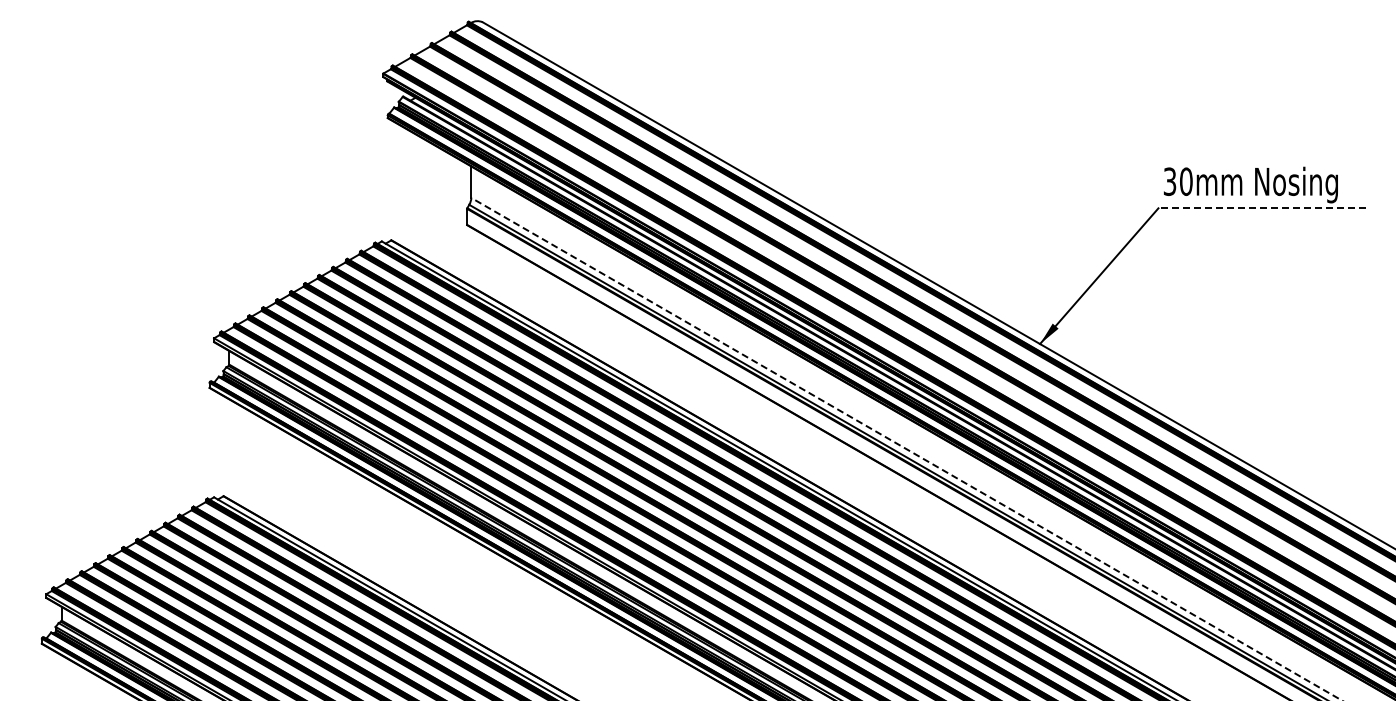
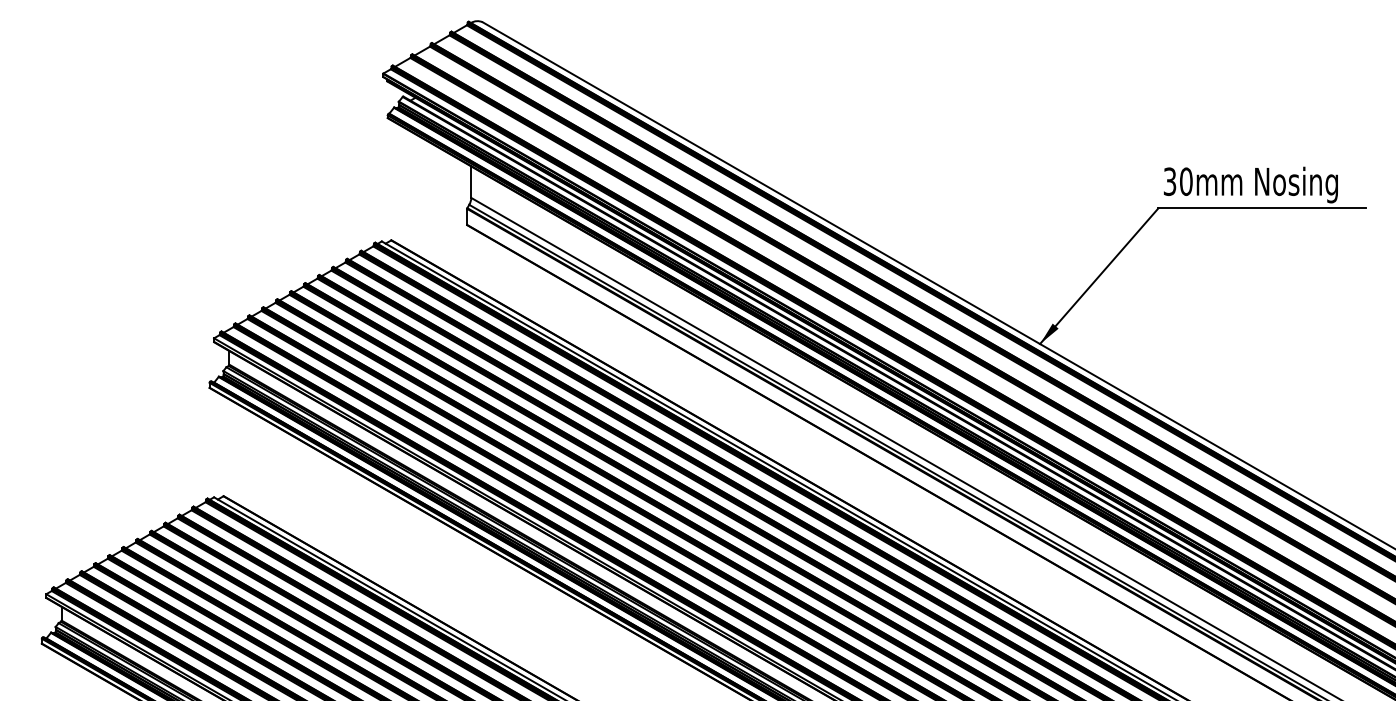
line at (1262, 208): dashed -> solid
line at (906, 449): dashed -> solid
